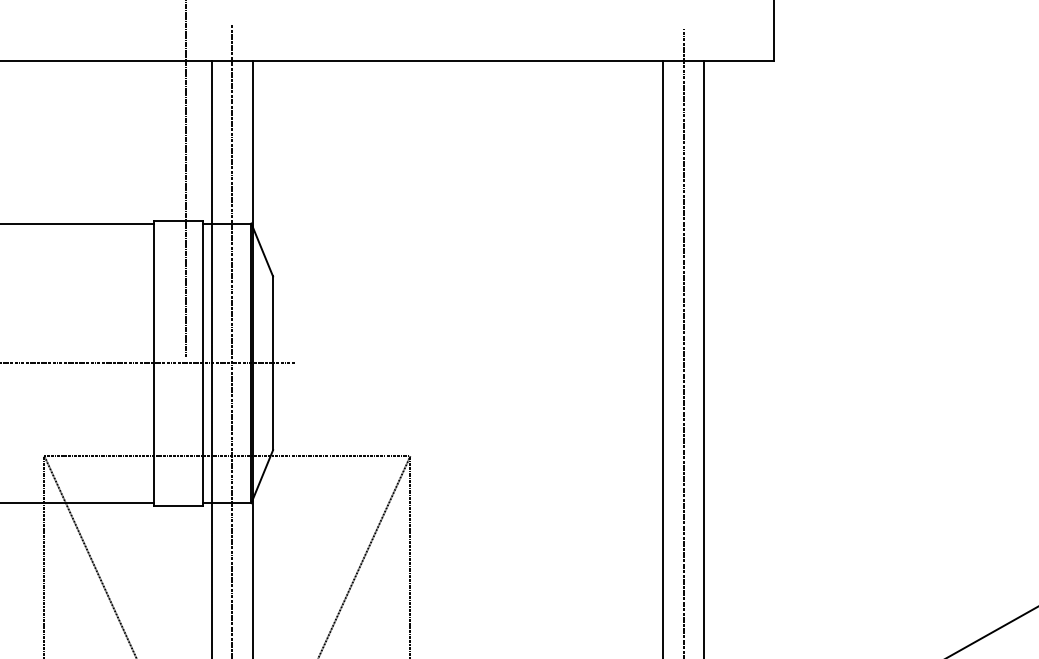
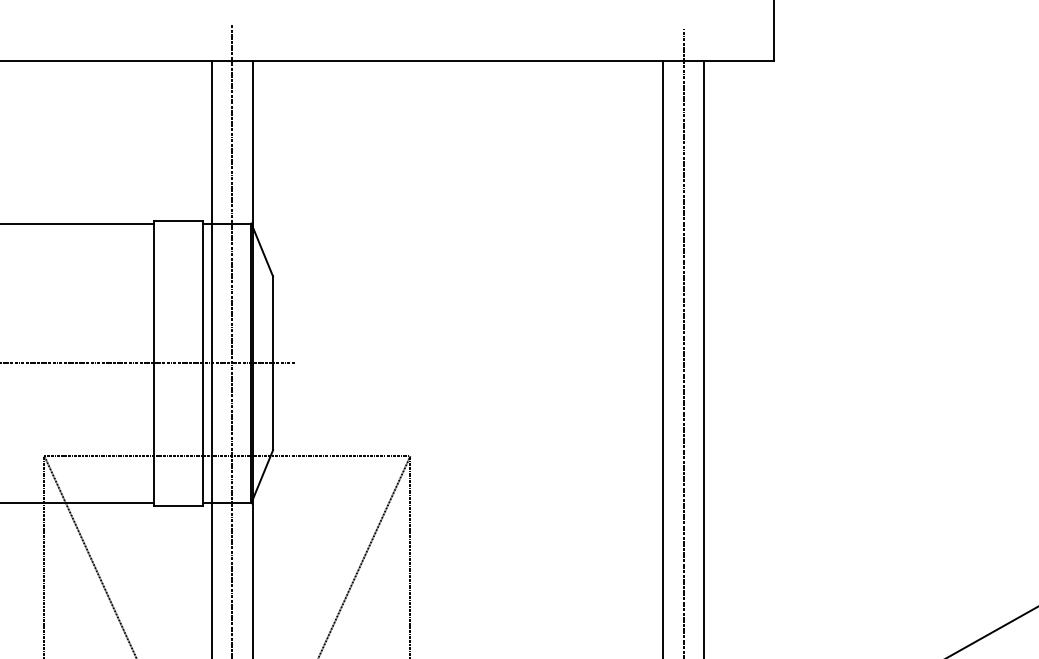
line at (186, 179): present -> none
